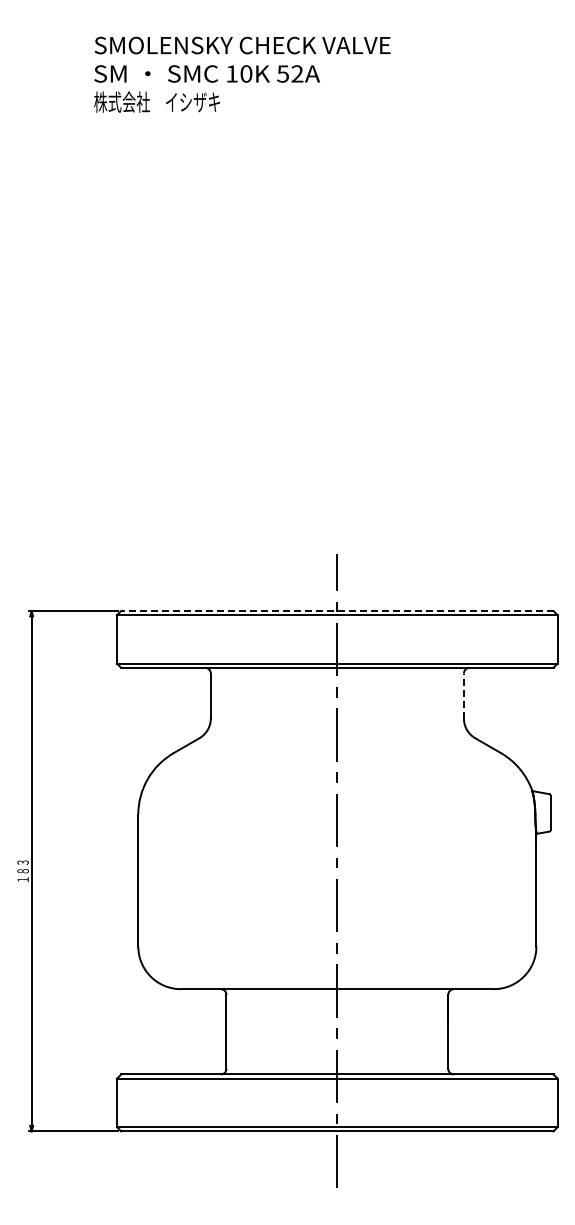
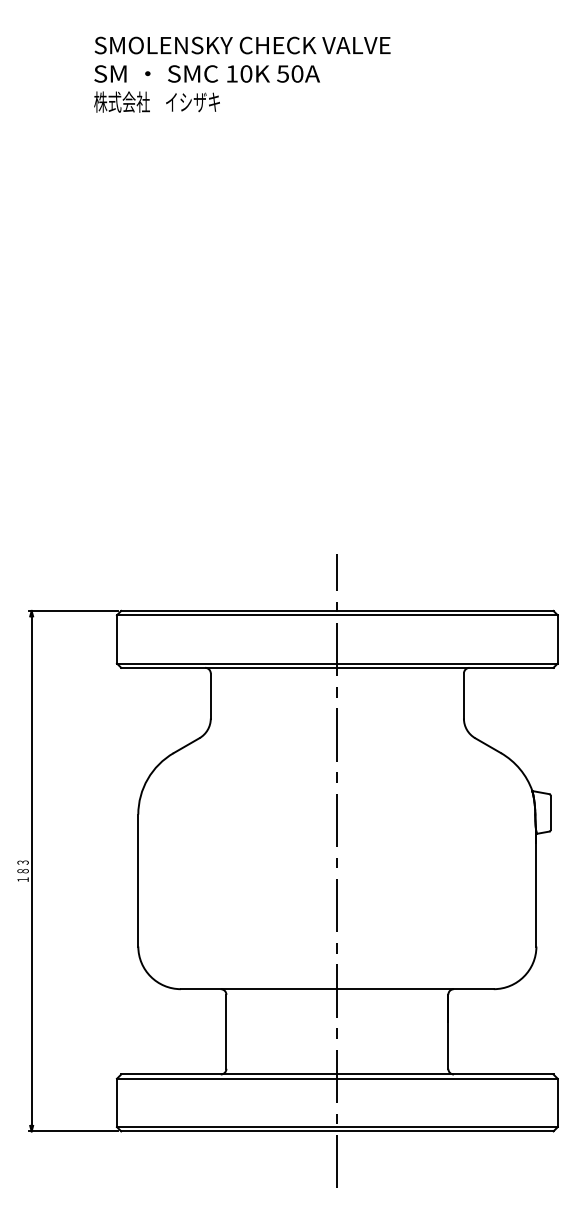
text at (297, 73): 52A -> 50A
line at (336, 610): dashed -> solid
line at (463, 696): dashed -> solid
